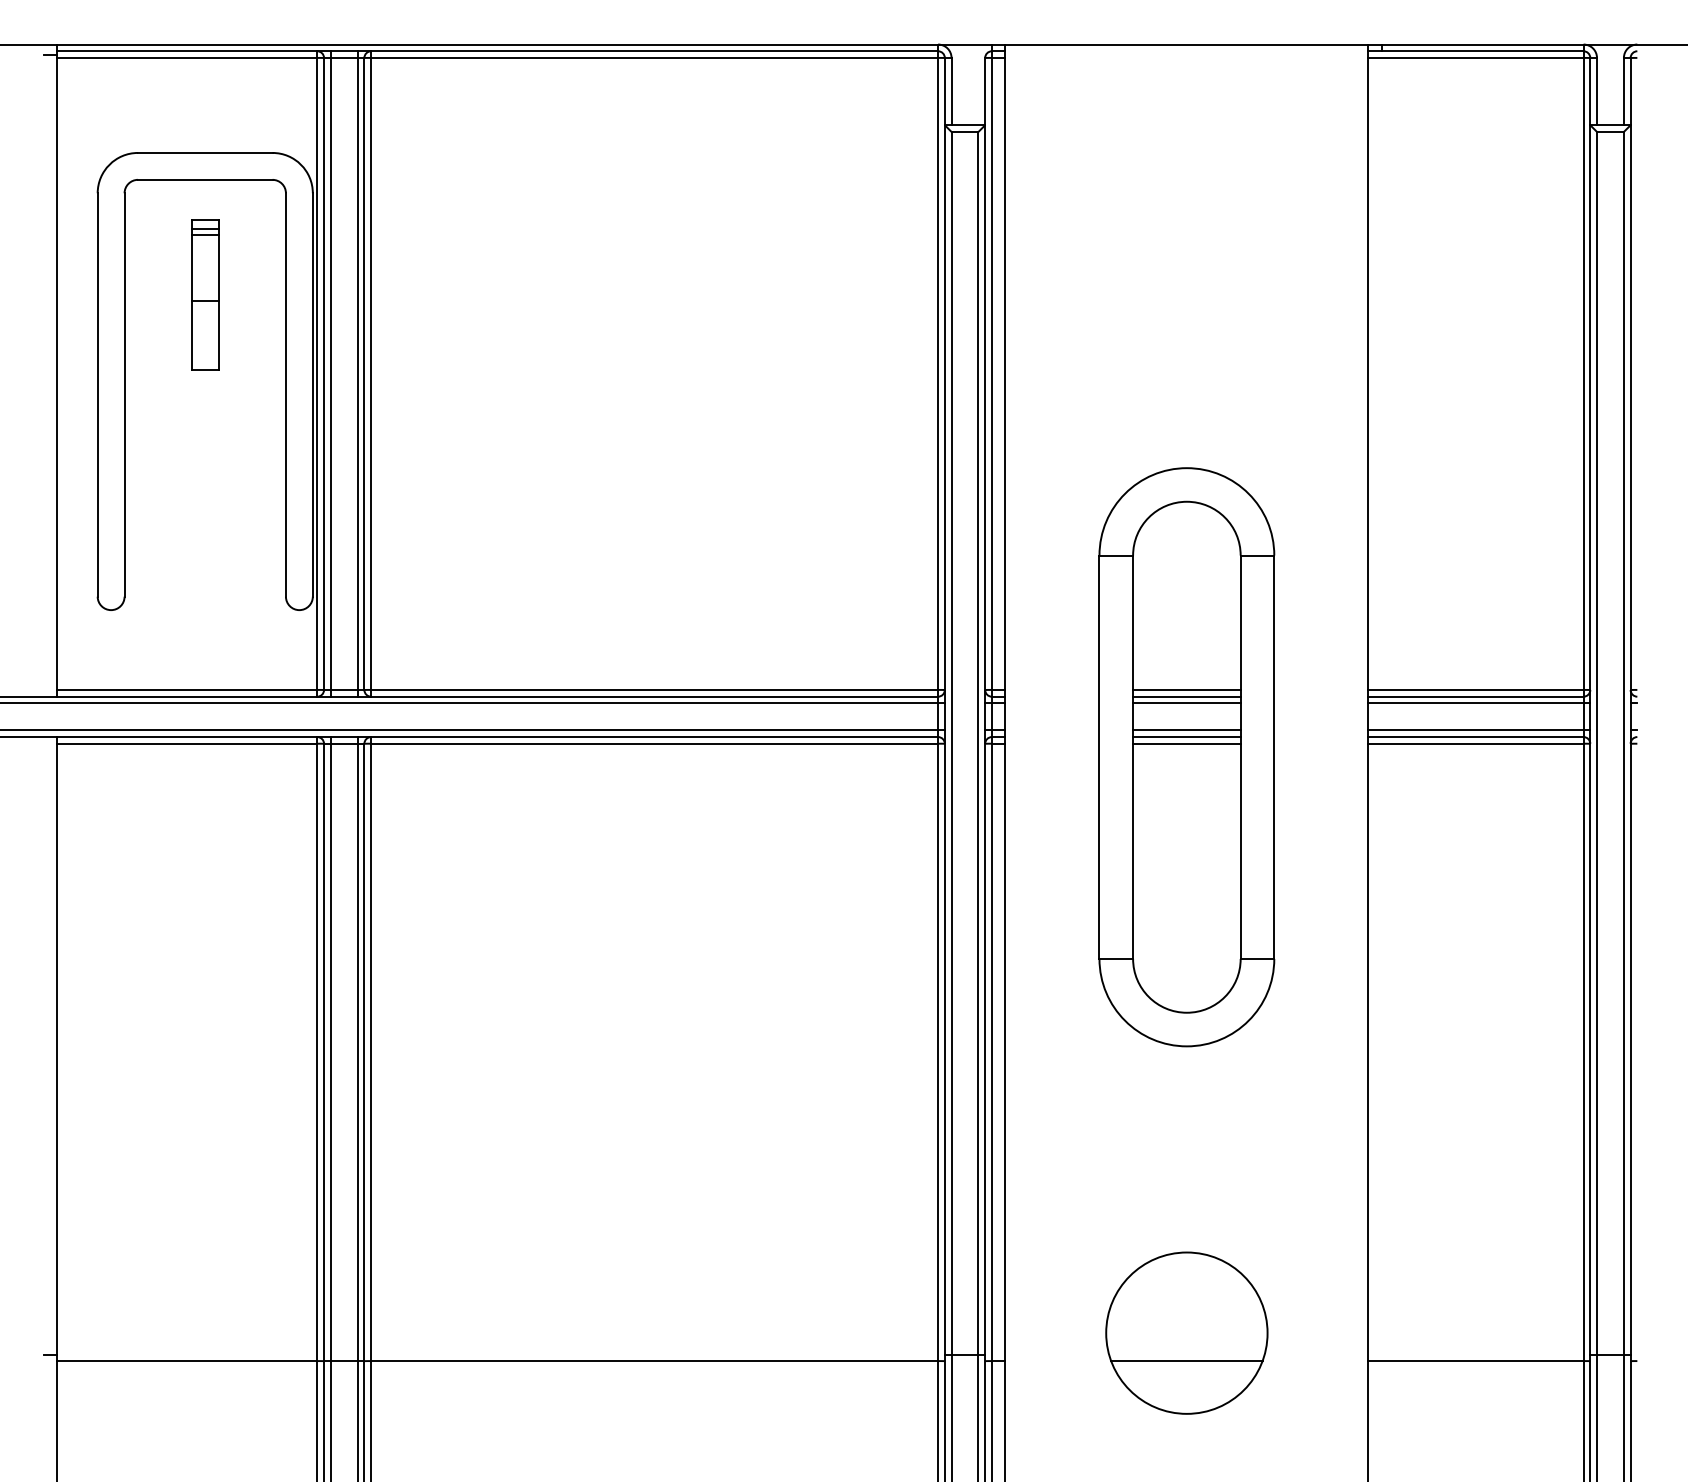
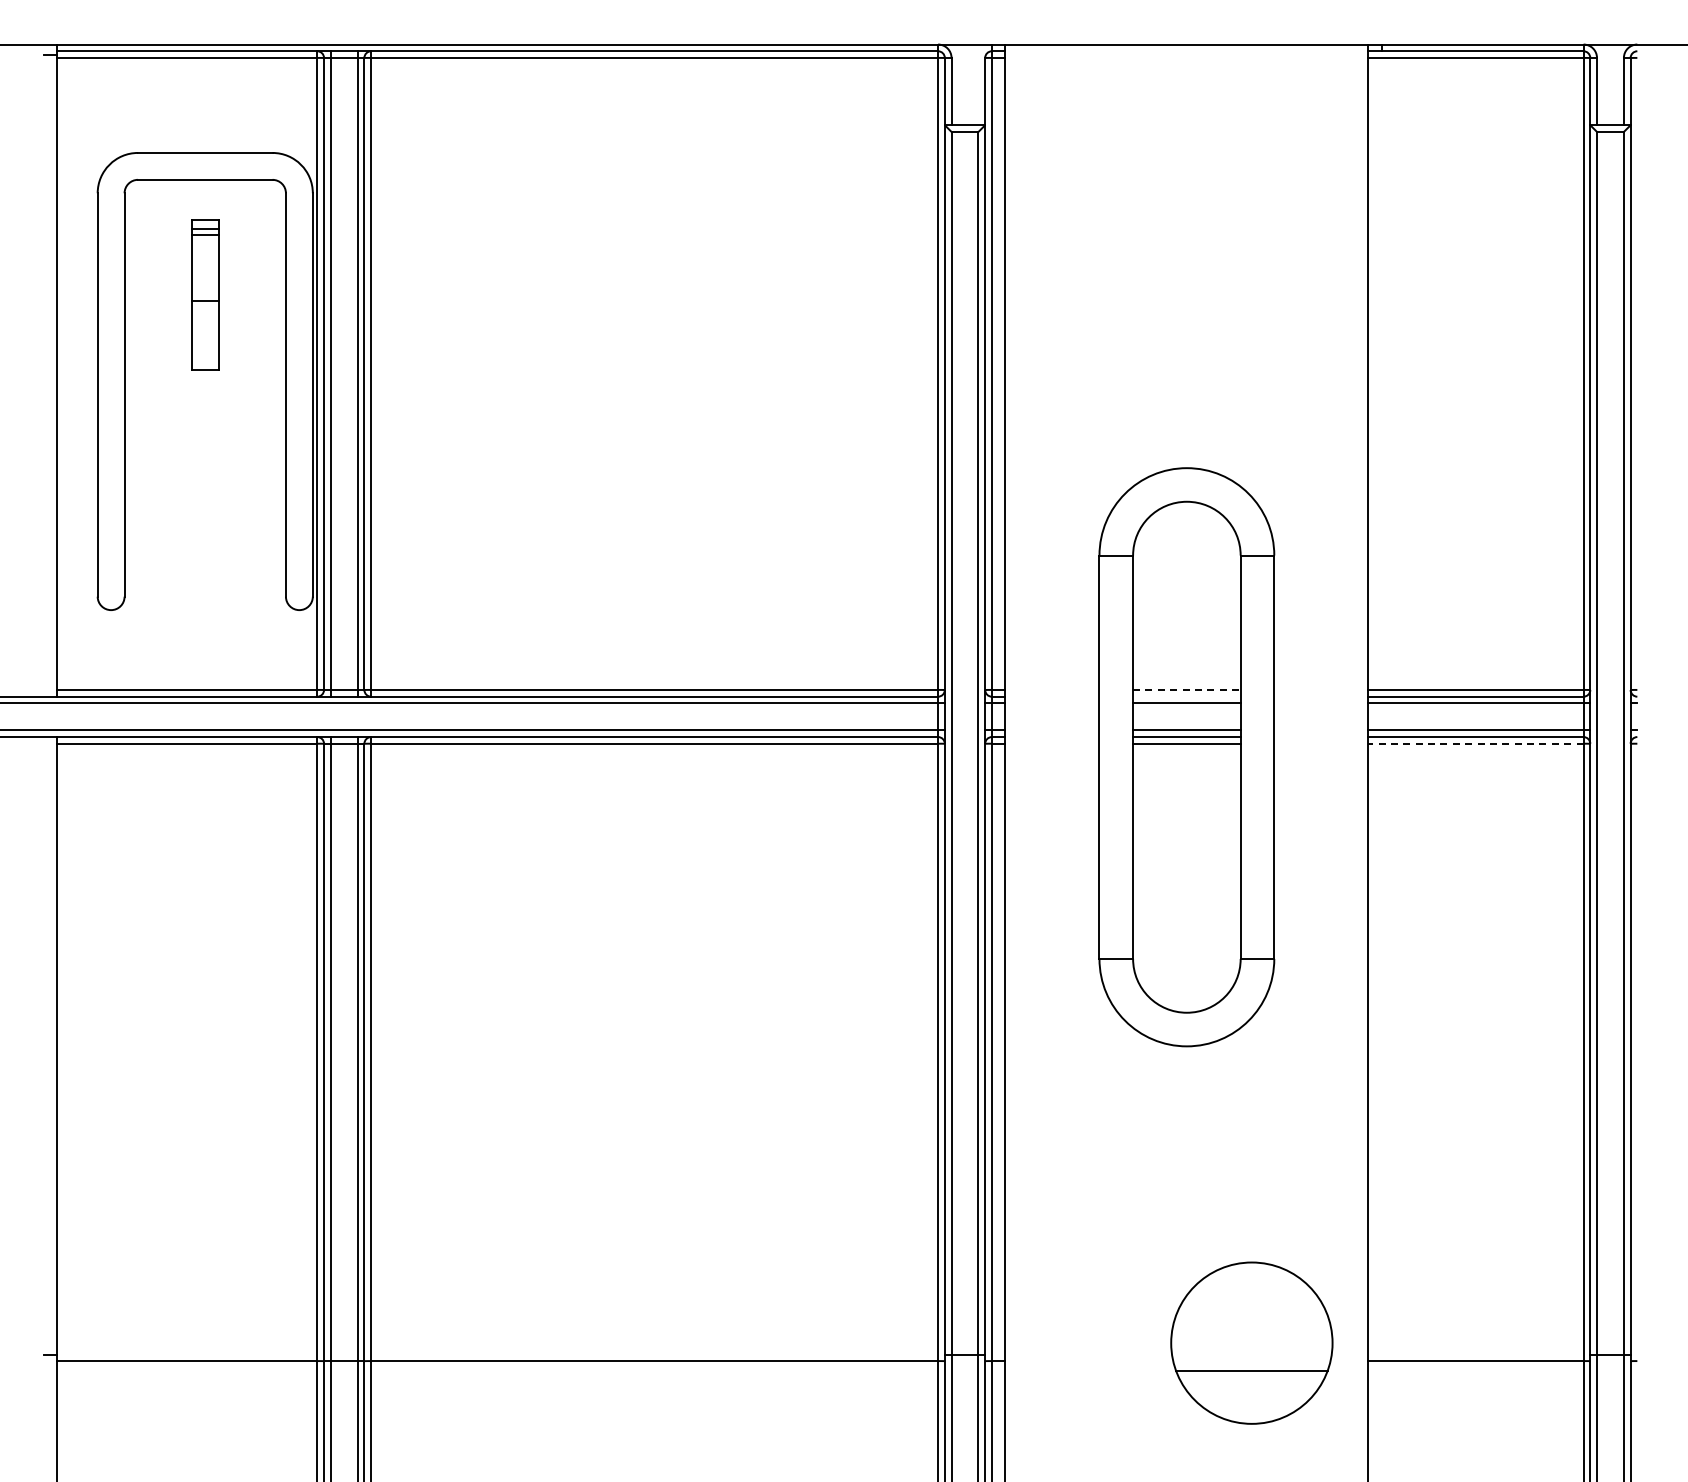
line at (1186, 689): solid -> dashed
line at (1186, 696): present -> none
line at (1475, 743): solid -> dashed
part at (1186, 1332) position: (1186, 1332) -> (1251, 1342)
